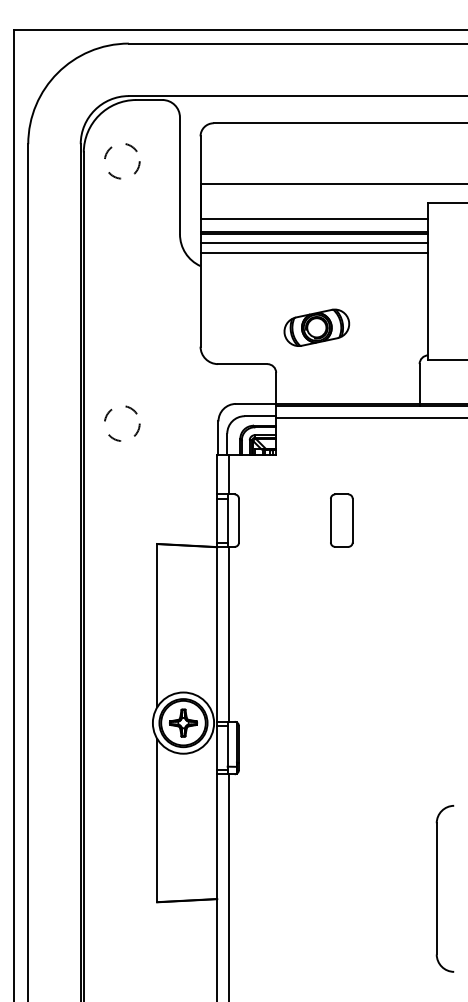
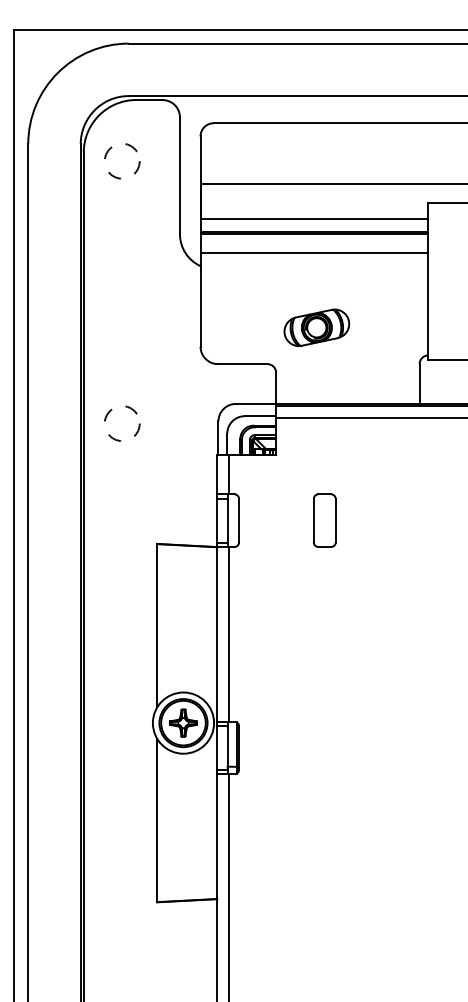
line at (314, 242): present -> none
part at (341, 520) position: (341, 520) -> (324, 520)
part at (437, 888): present -> none
